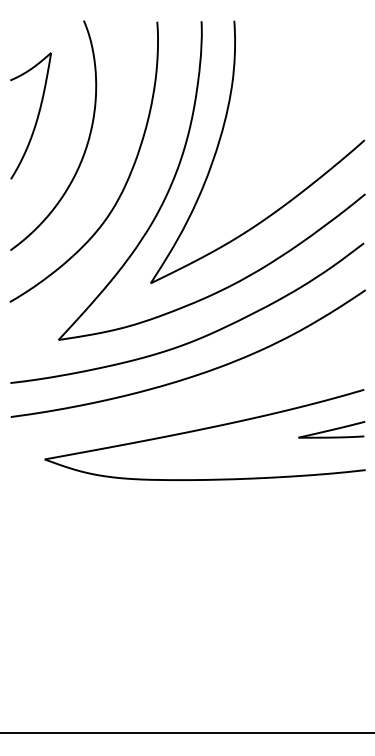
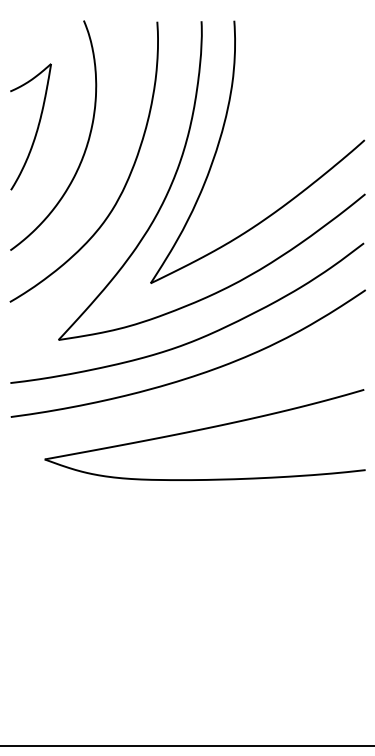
part at (36, 118) position: (36, 118) -> (36, 129)
part at (331, 429): present -> none
line at (186, 733) position: (186, 733) -> (186, 746)
